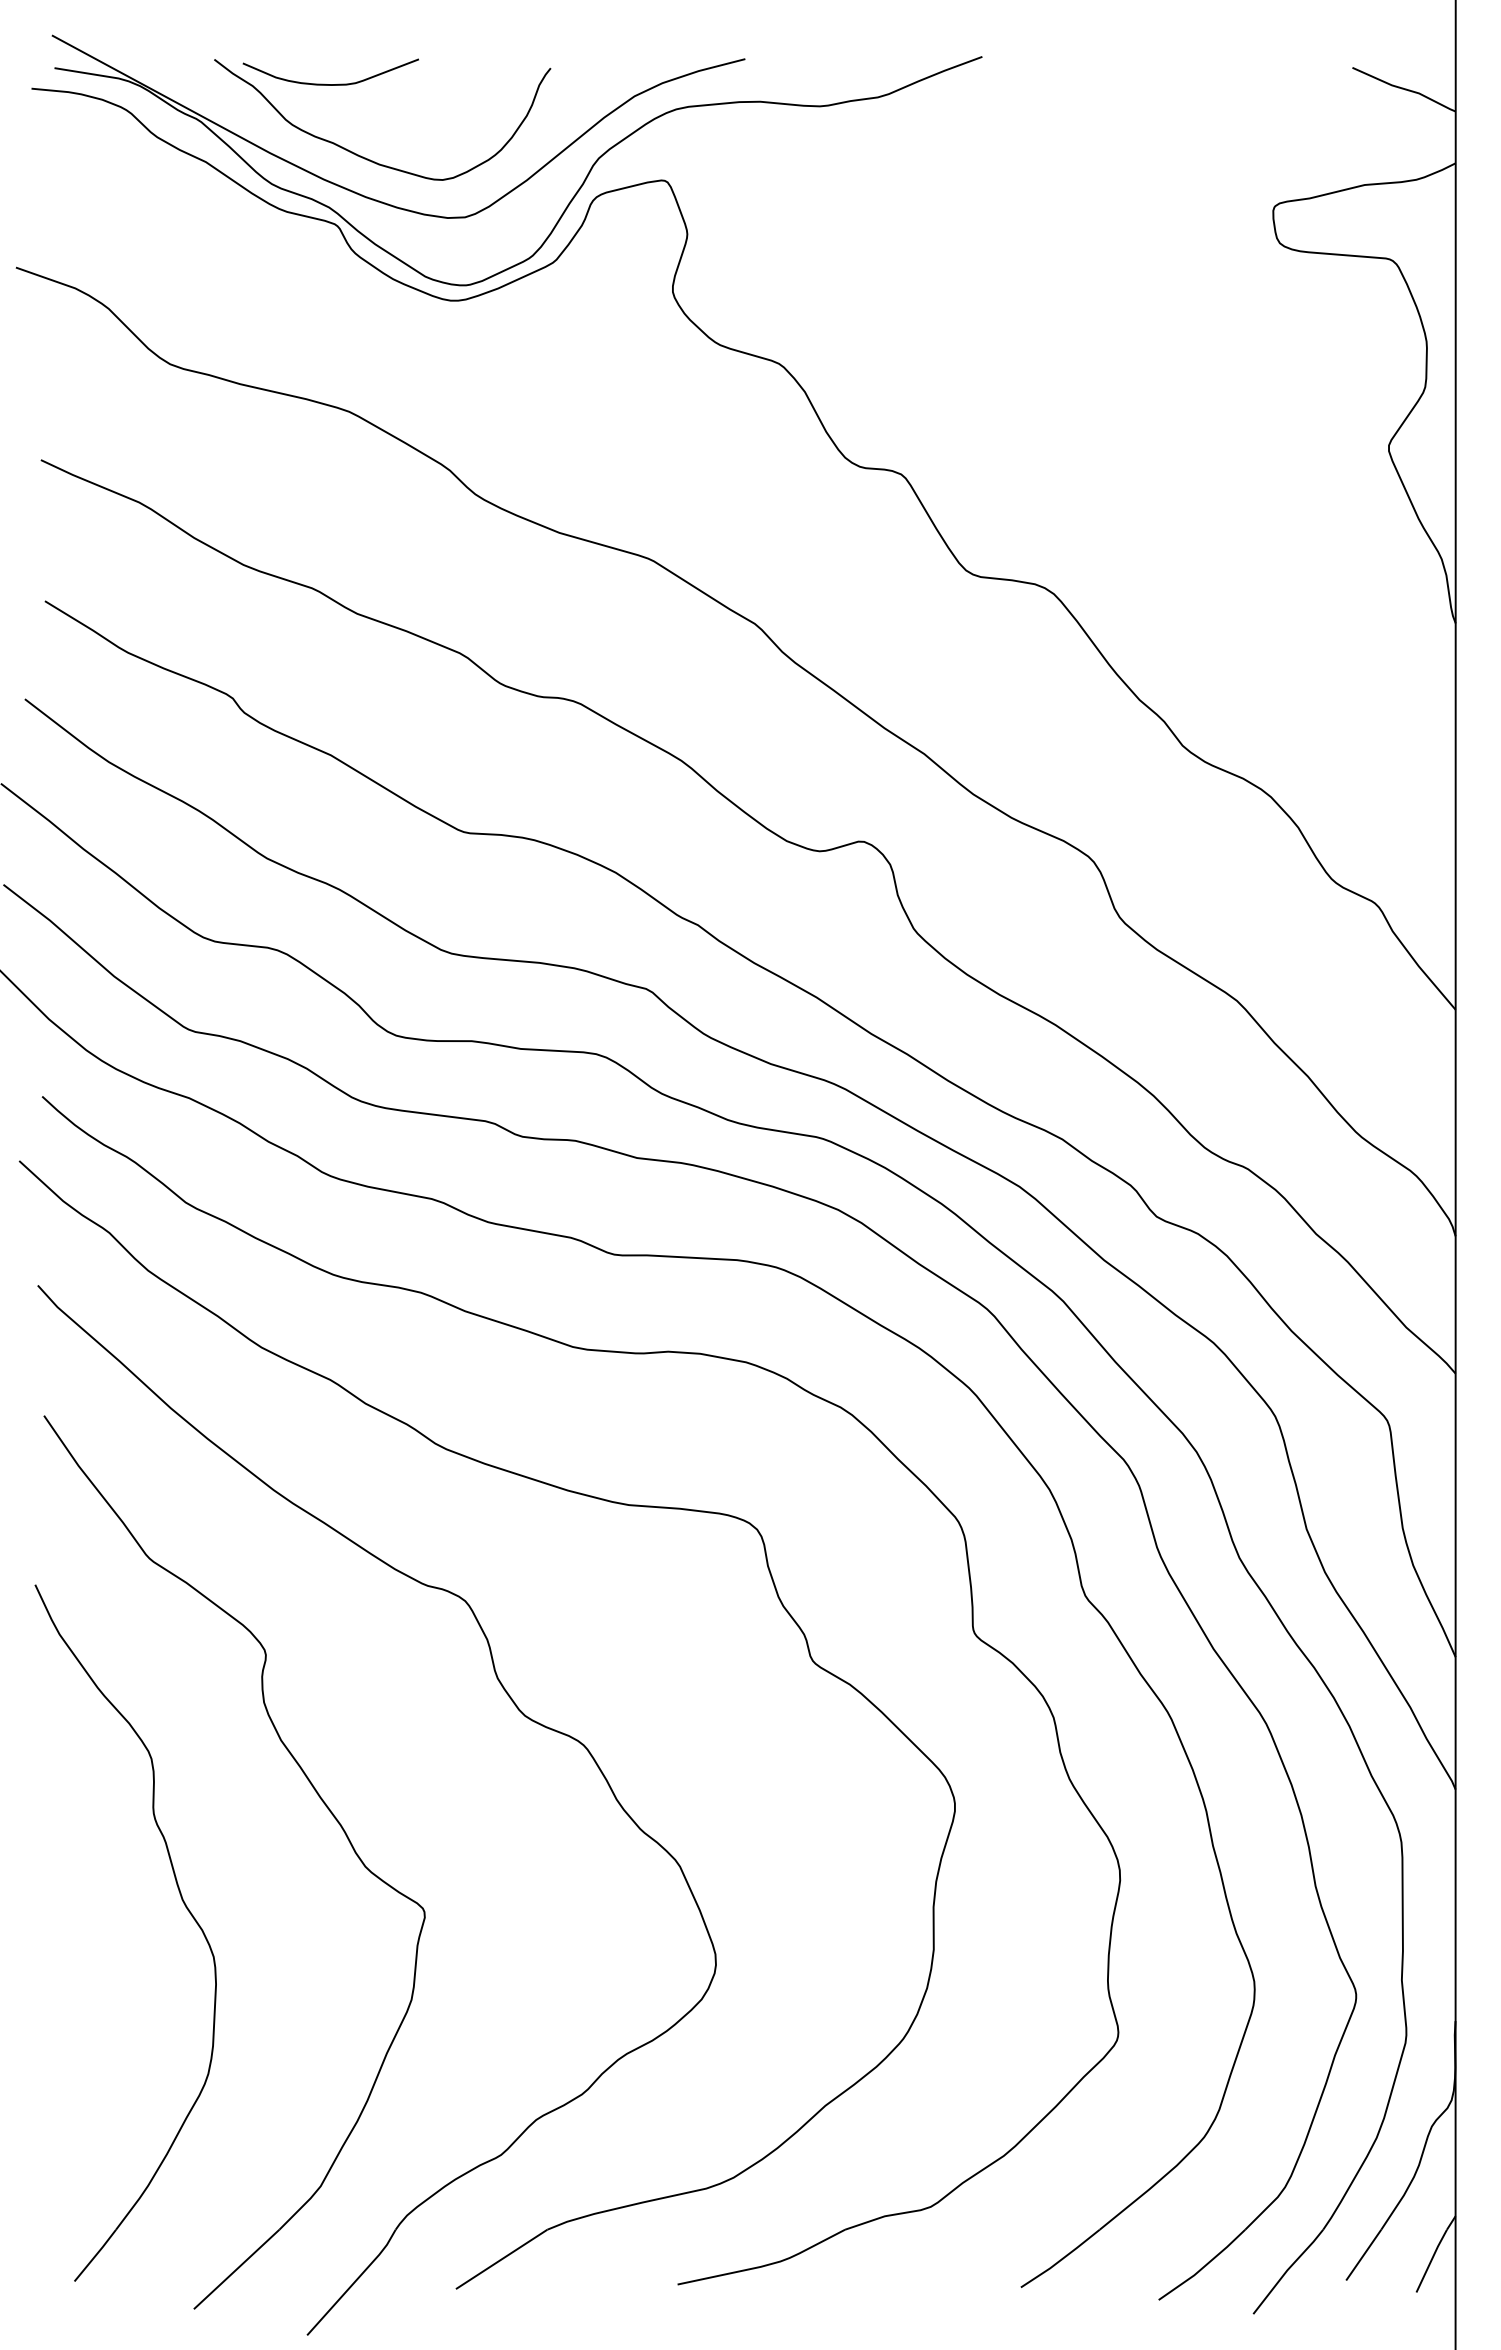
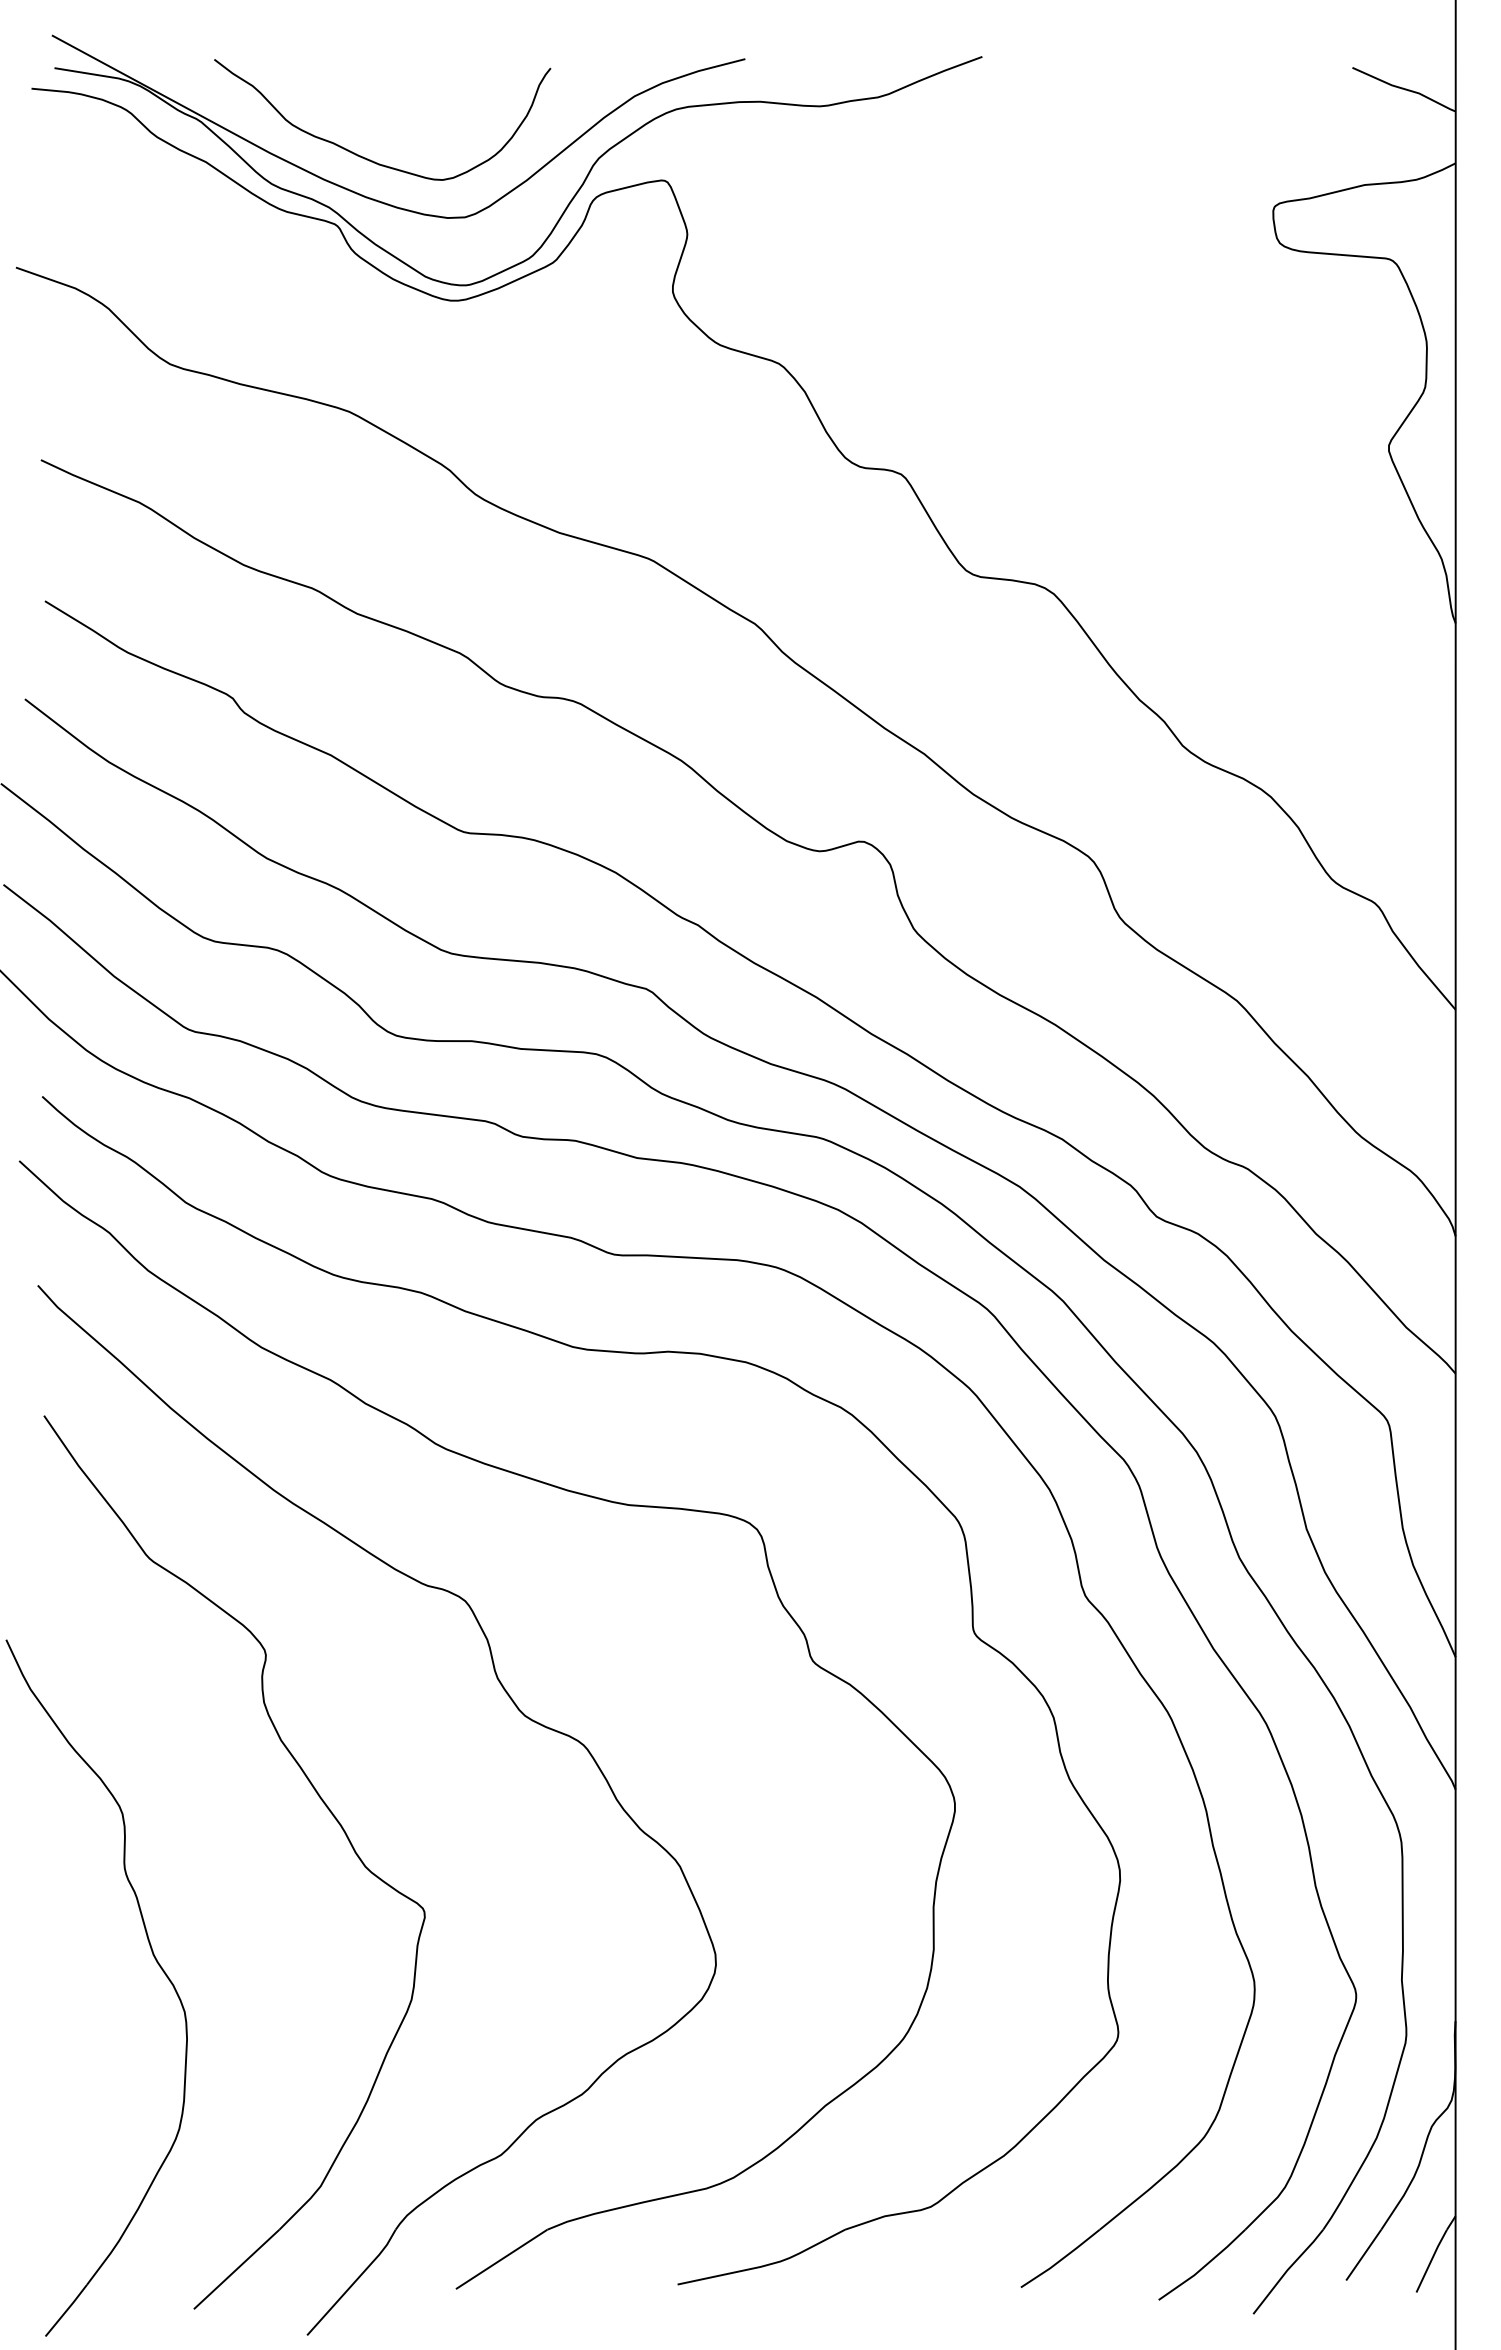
curve at (330, 84): present -> none
part at (183, 1903) position: (183, 1903) -> (154, 1958)
